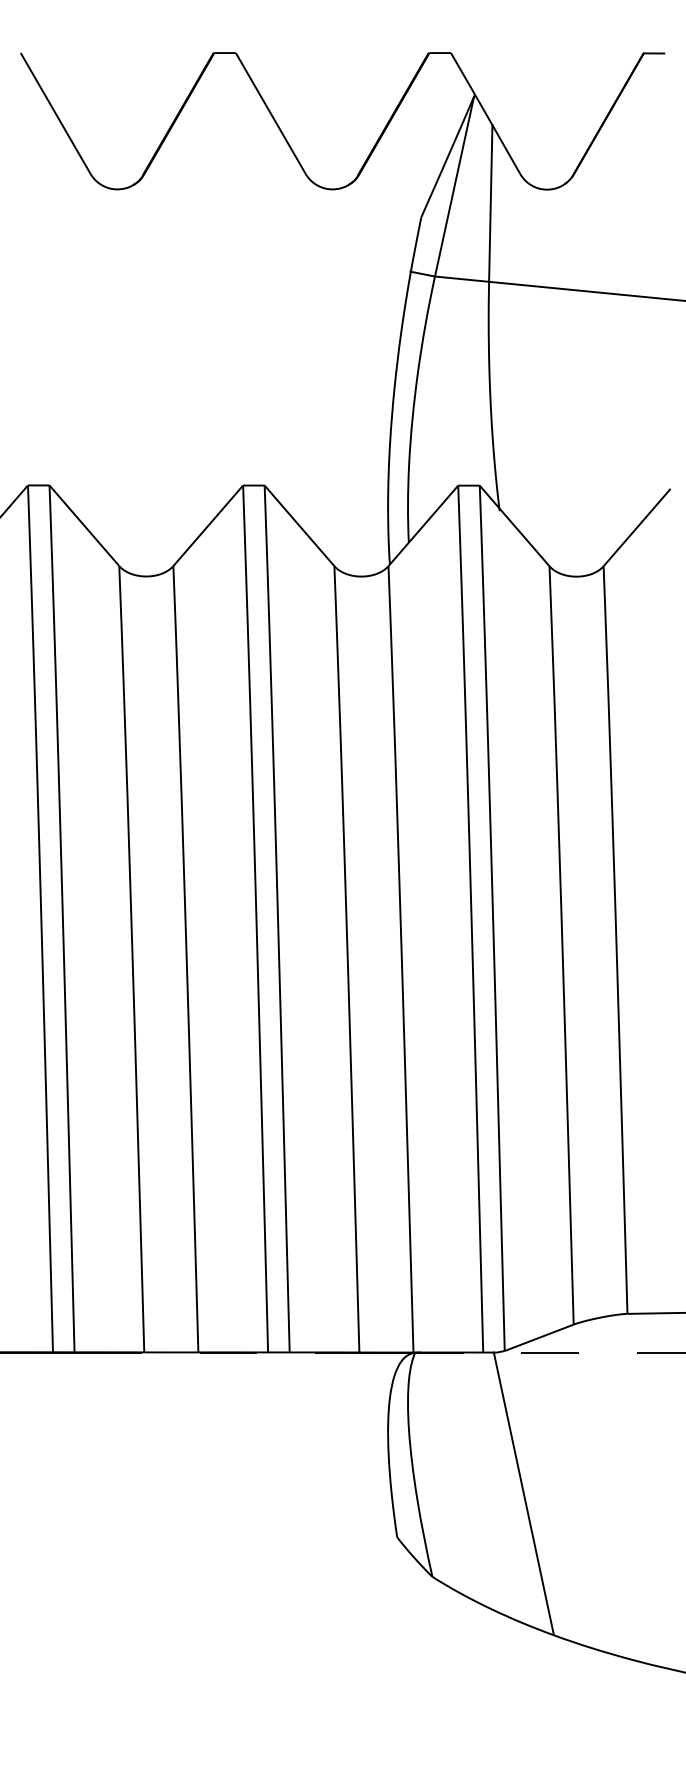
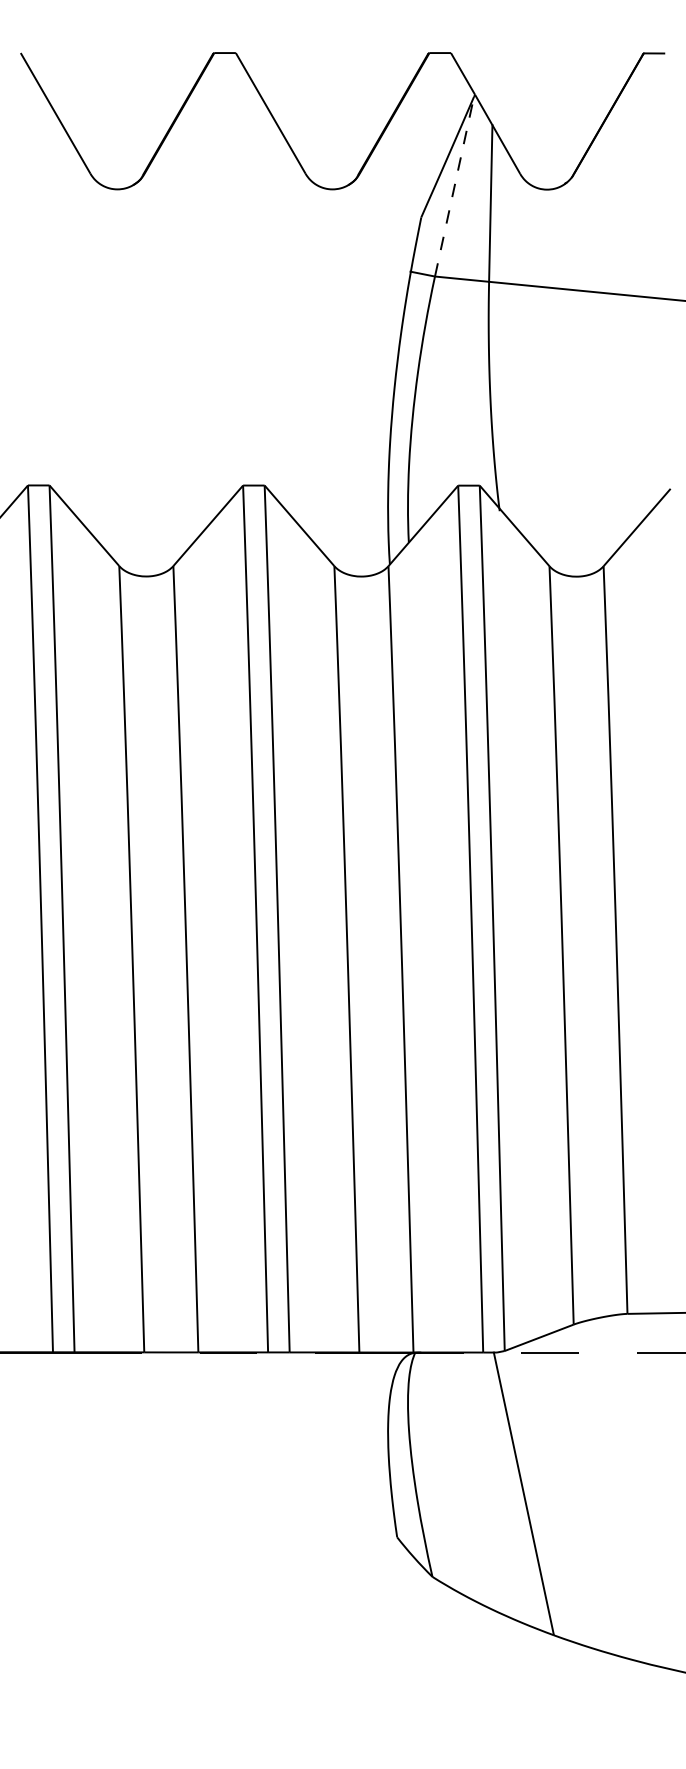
line at (454, 186): solid -> dashed
